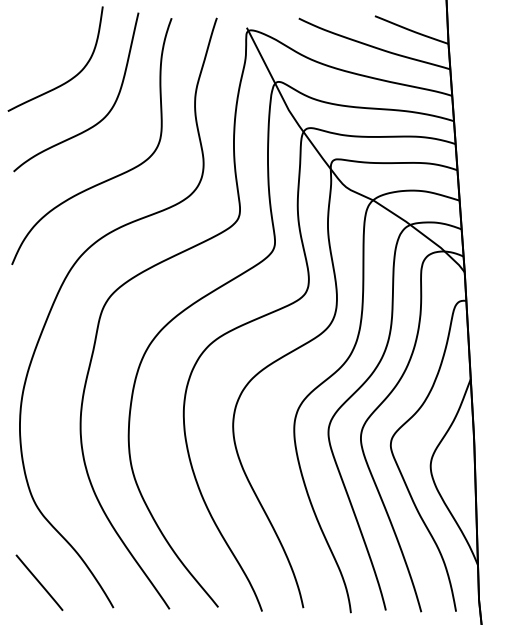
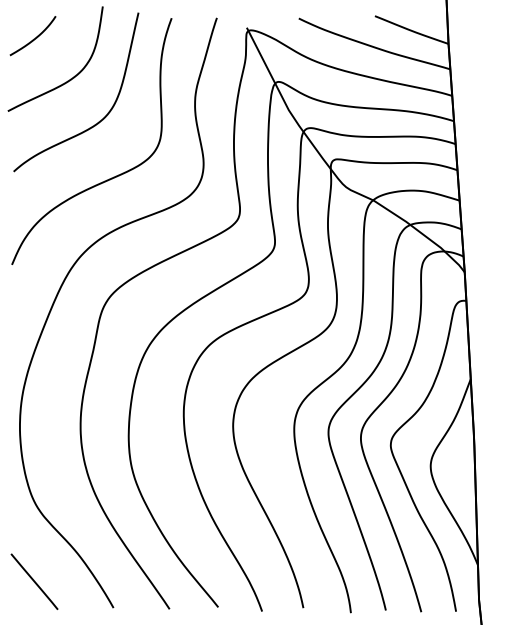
curve at (33, 38): none -> present
line at (39, 582) position: (39, 582) -> (34, 581)
